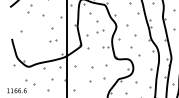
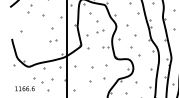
part at (21, 86) position: (21, 86) -> (29, 84)
